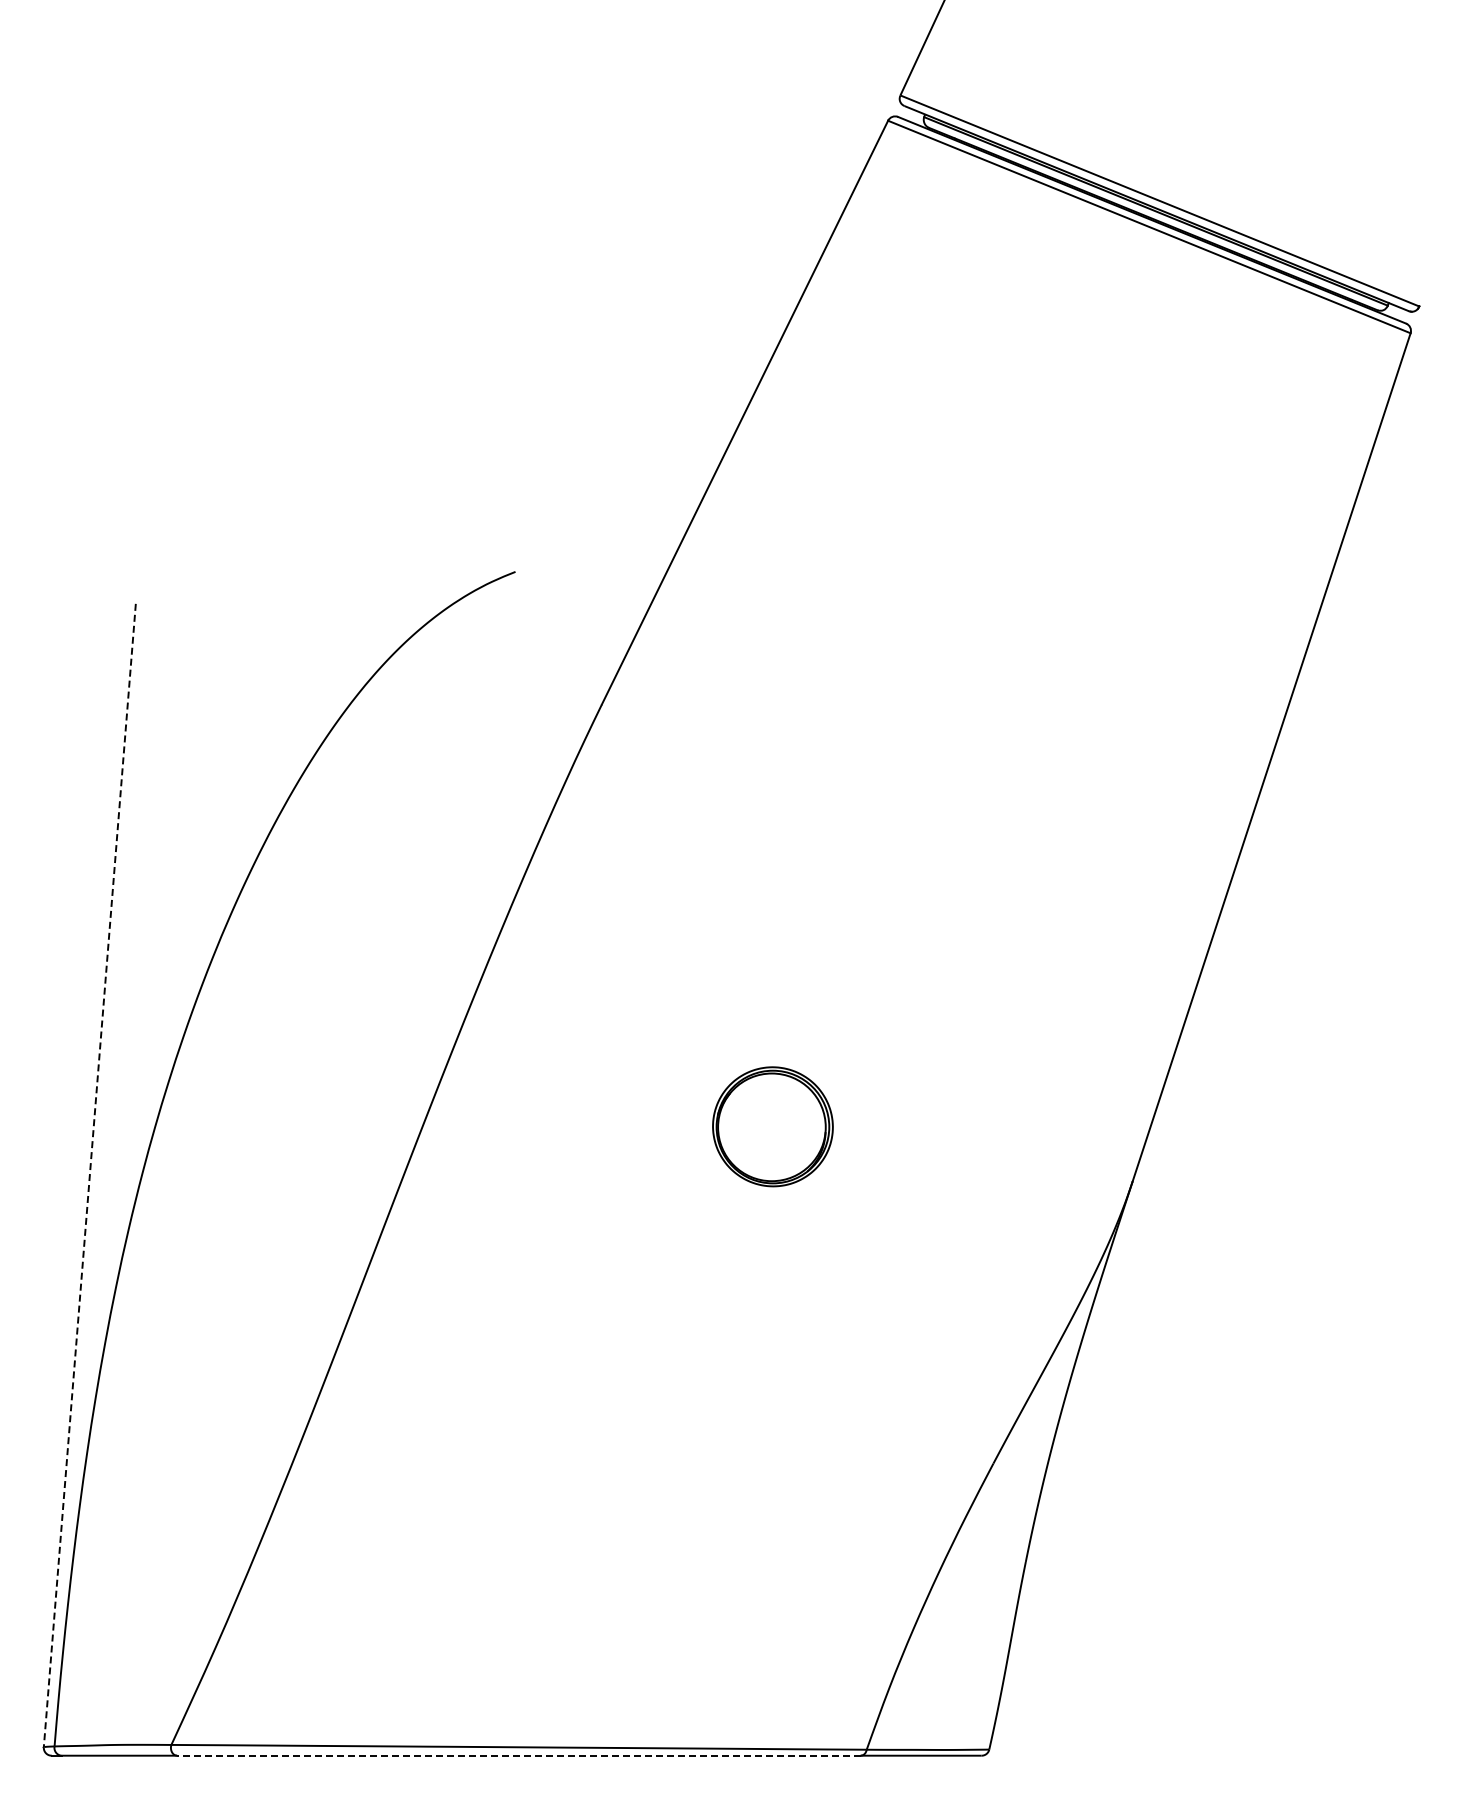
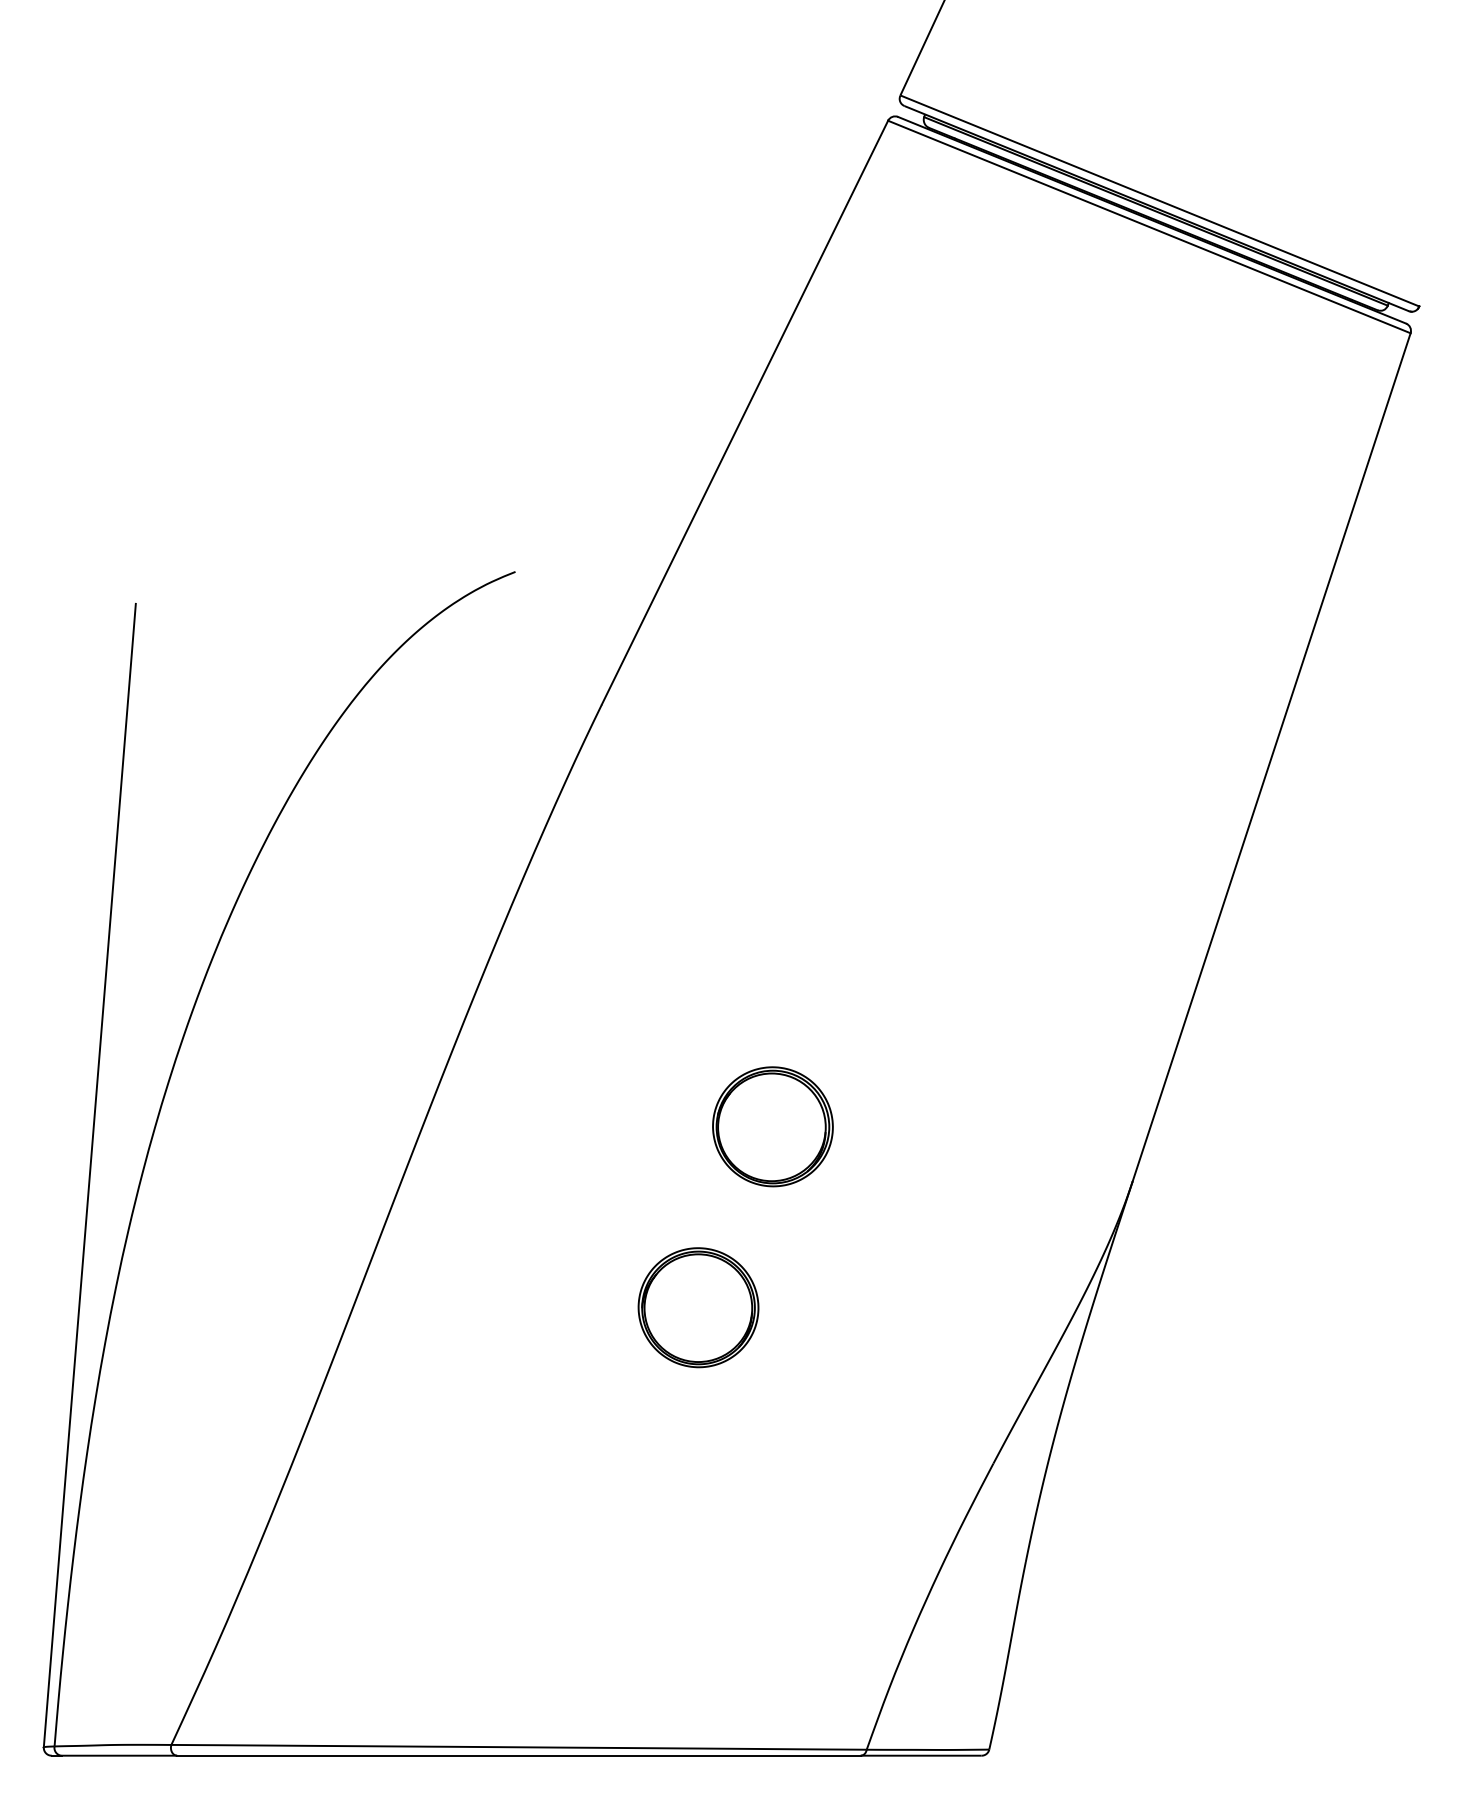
line at (89, 1175): dashed -> solid
part at (698, 1307): none -> present
line at (518, 1755): dashed -> solid
